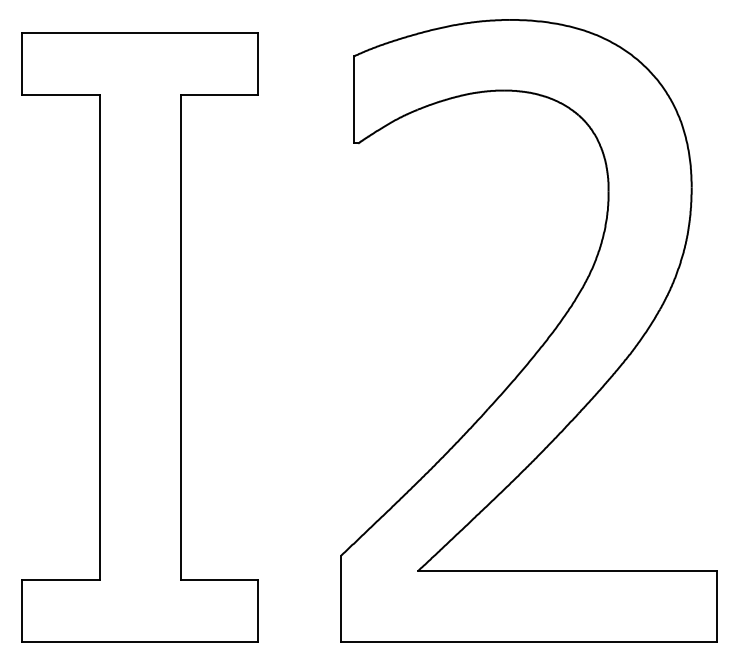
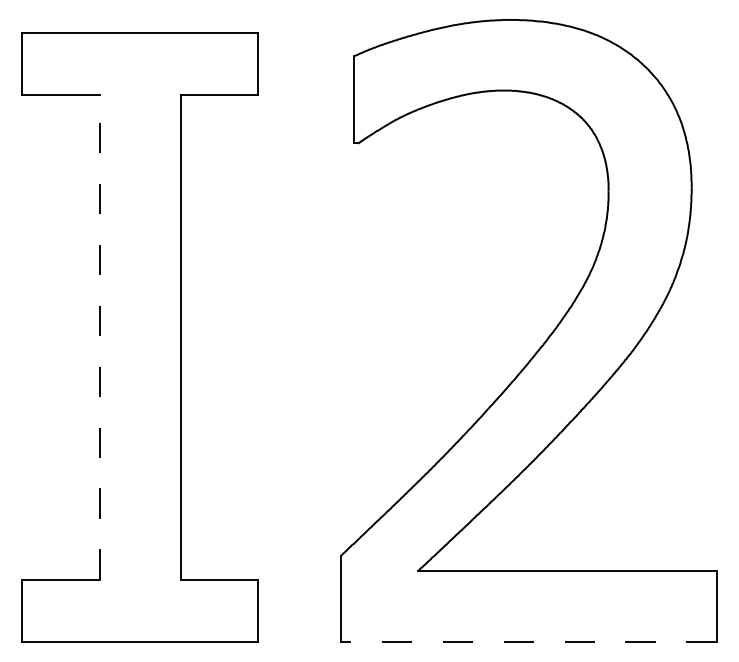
line at (99, 336): solid -> dashed
line at (528, 642): solid -> dashed
